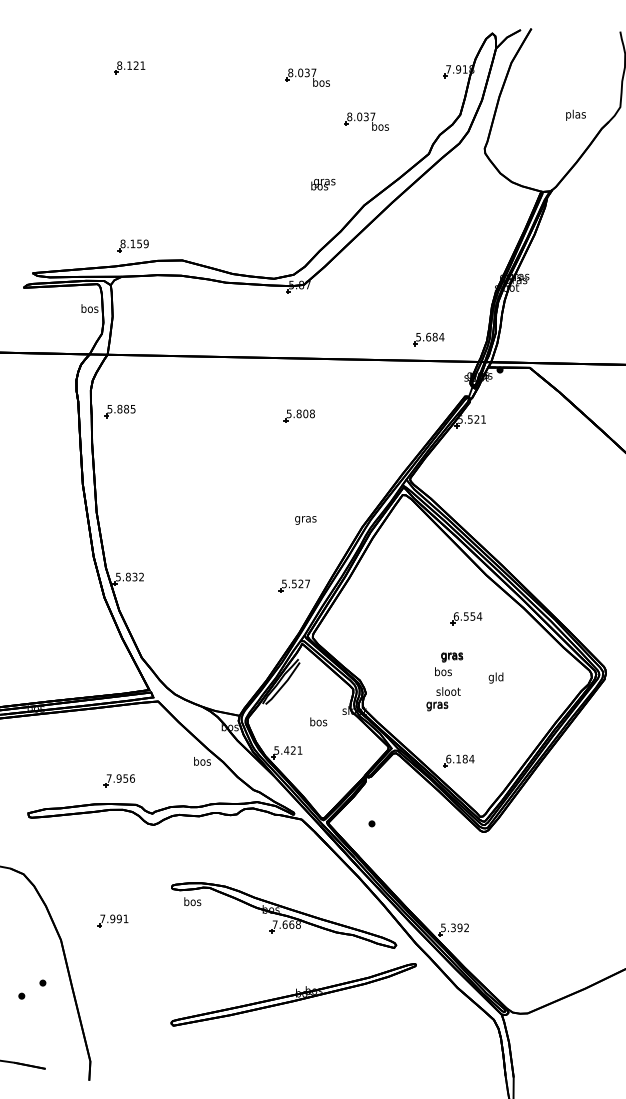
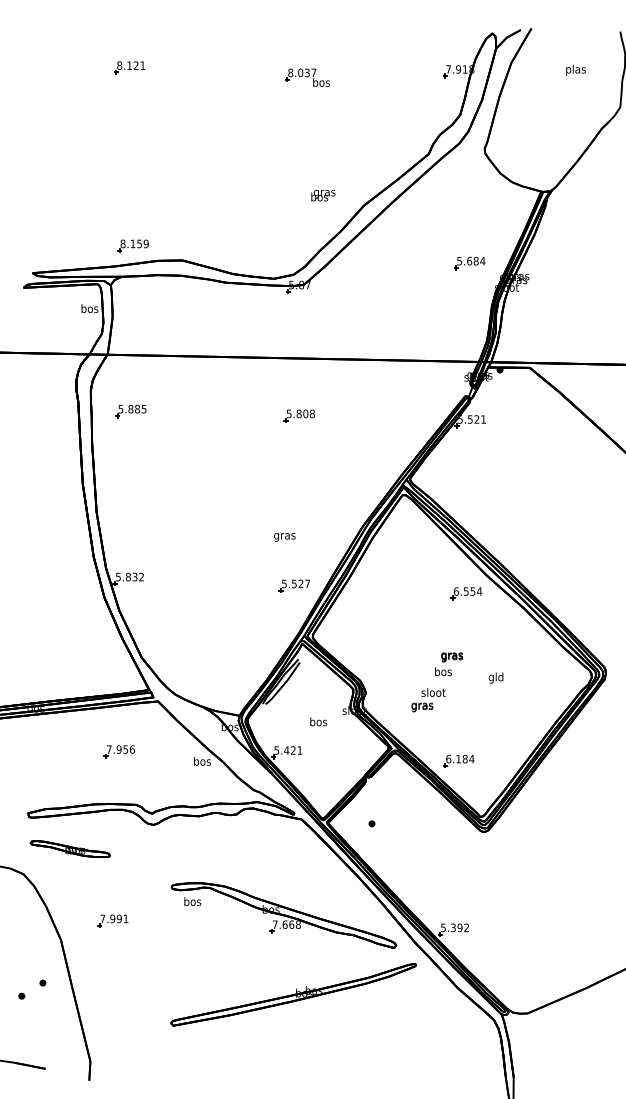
text at (575, 114) position: (575, 114) -> (575, 69)
part at (366, 121): present -> none
text at (323, 184) position: (323, 184) -> (323, 195)
part at (428, 339) position: (428, 339) -> (469, 263)
part at (119, 411) position: (119, 411) -> (130, 411)
text at (305, 520) position: (305, 520) -> (284, 537)
part at (466, 618) position: (466, 618) -> (466, 593)
text at (443, 699) position: (443, 699) -> (428, 700)
part at (118, 780) position: (118, 780) -> (118, 751)
part at (69, 848): none -> present
